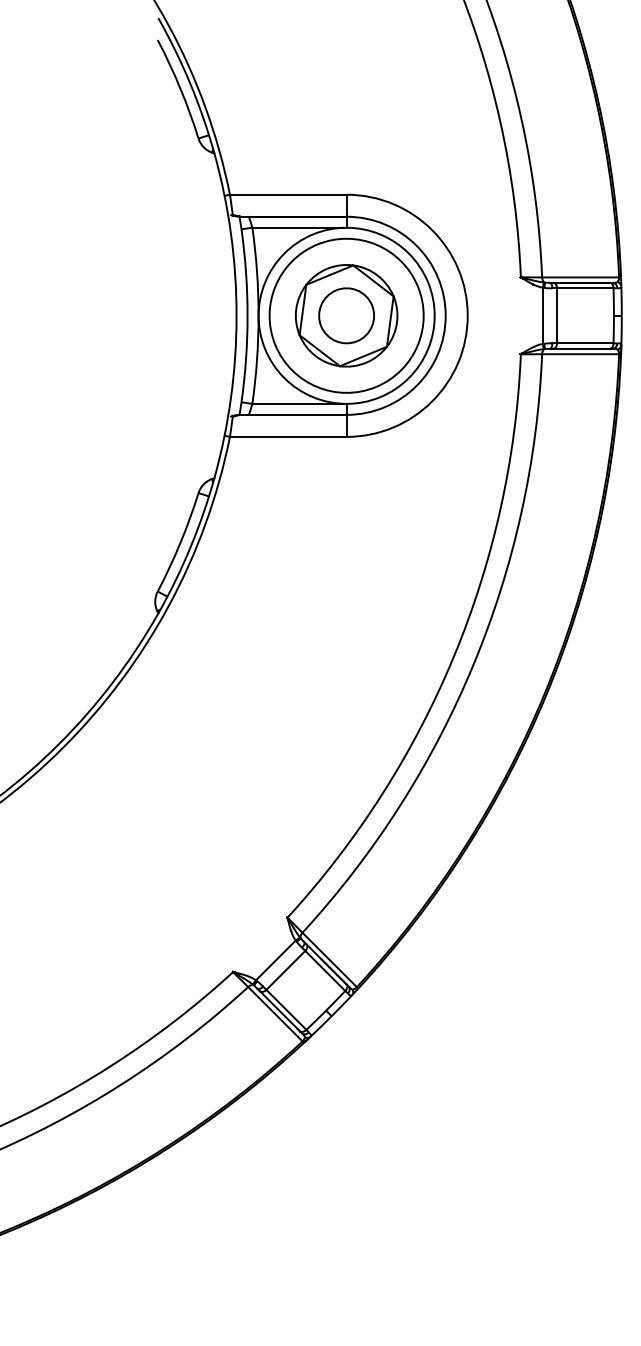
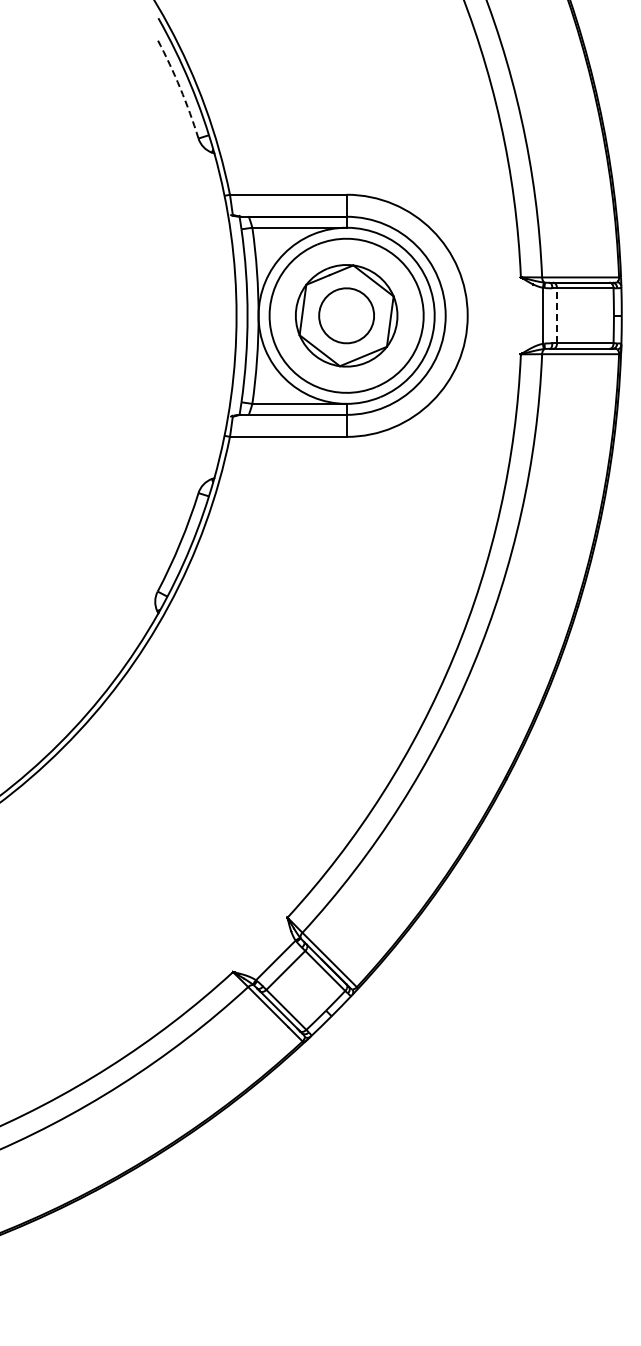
arc at (180, 88): solid -> dashed
line at (557, 315): solid -> dashed
